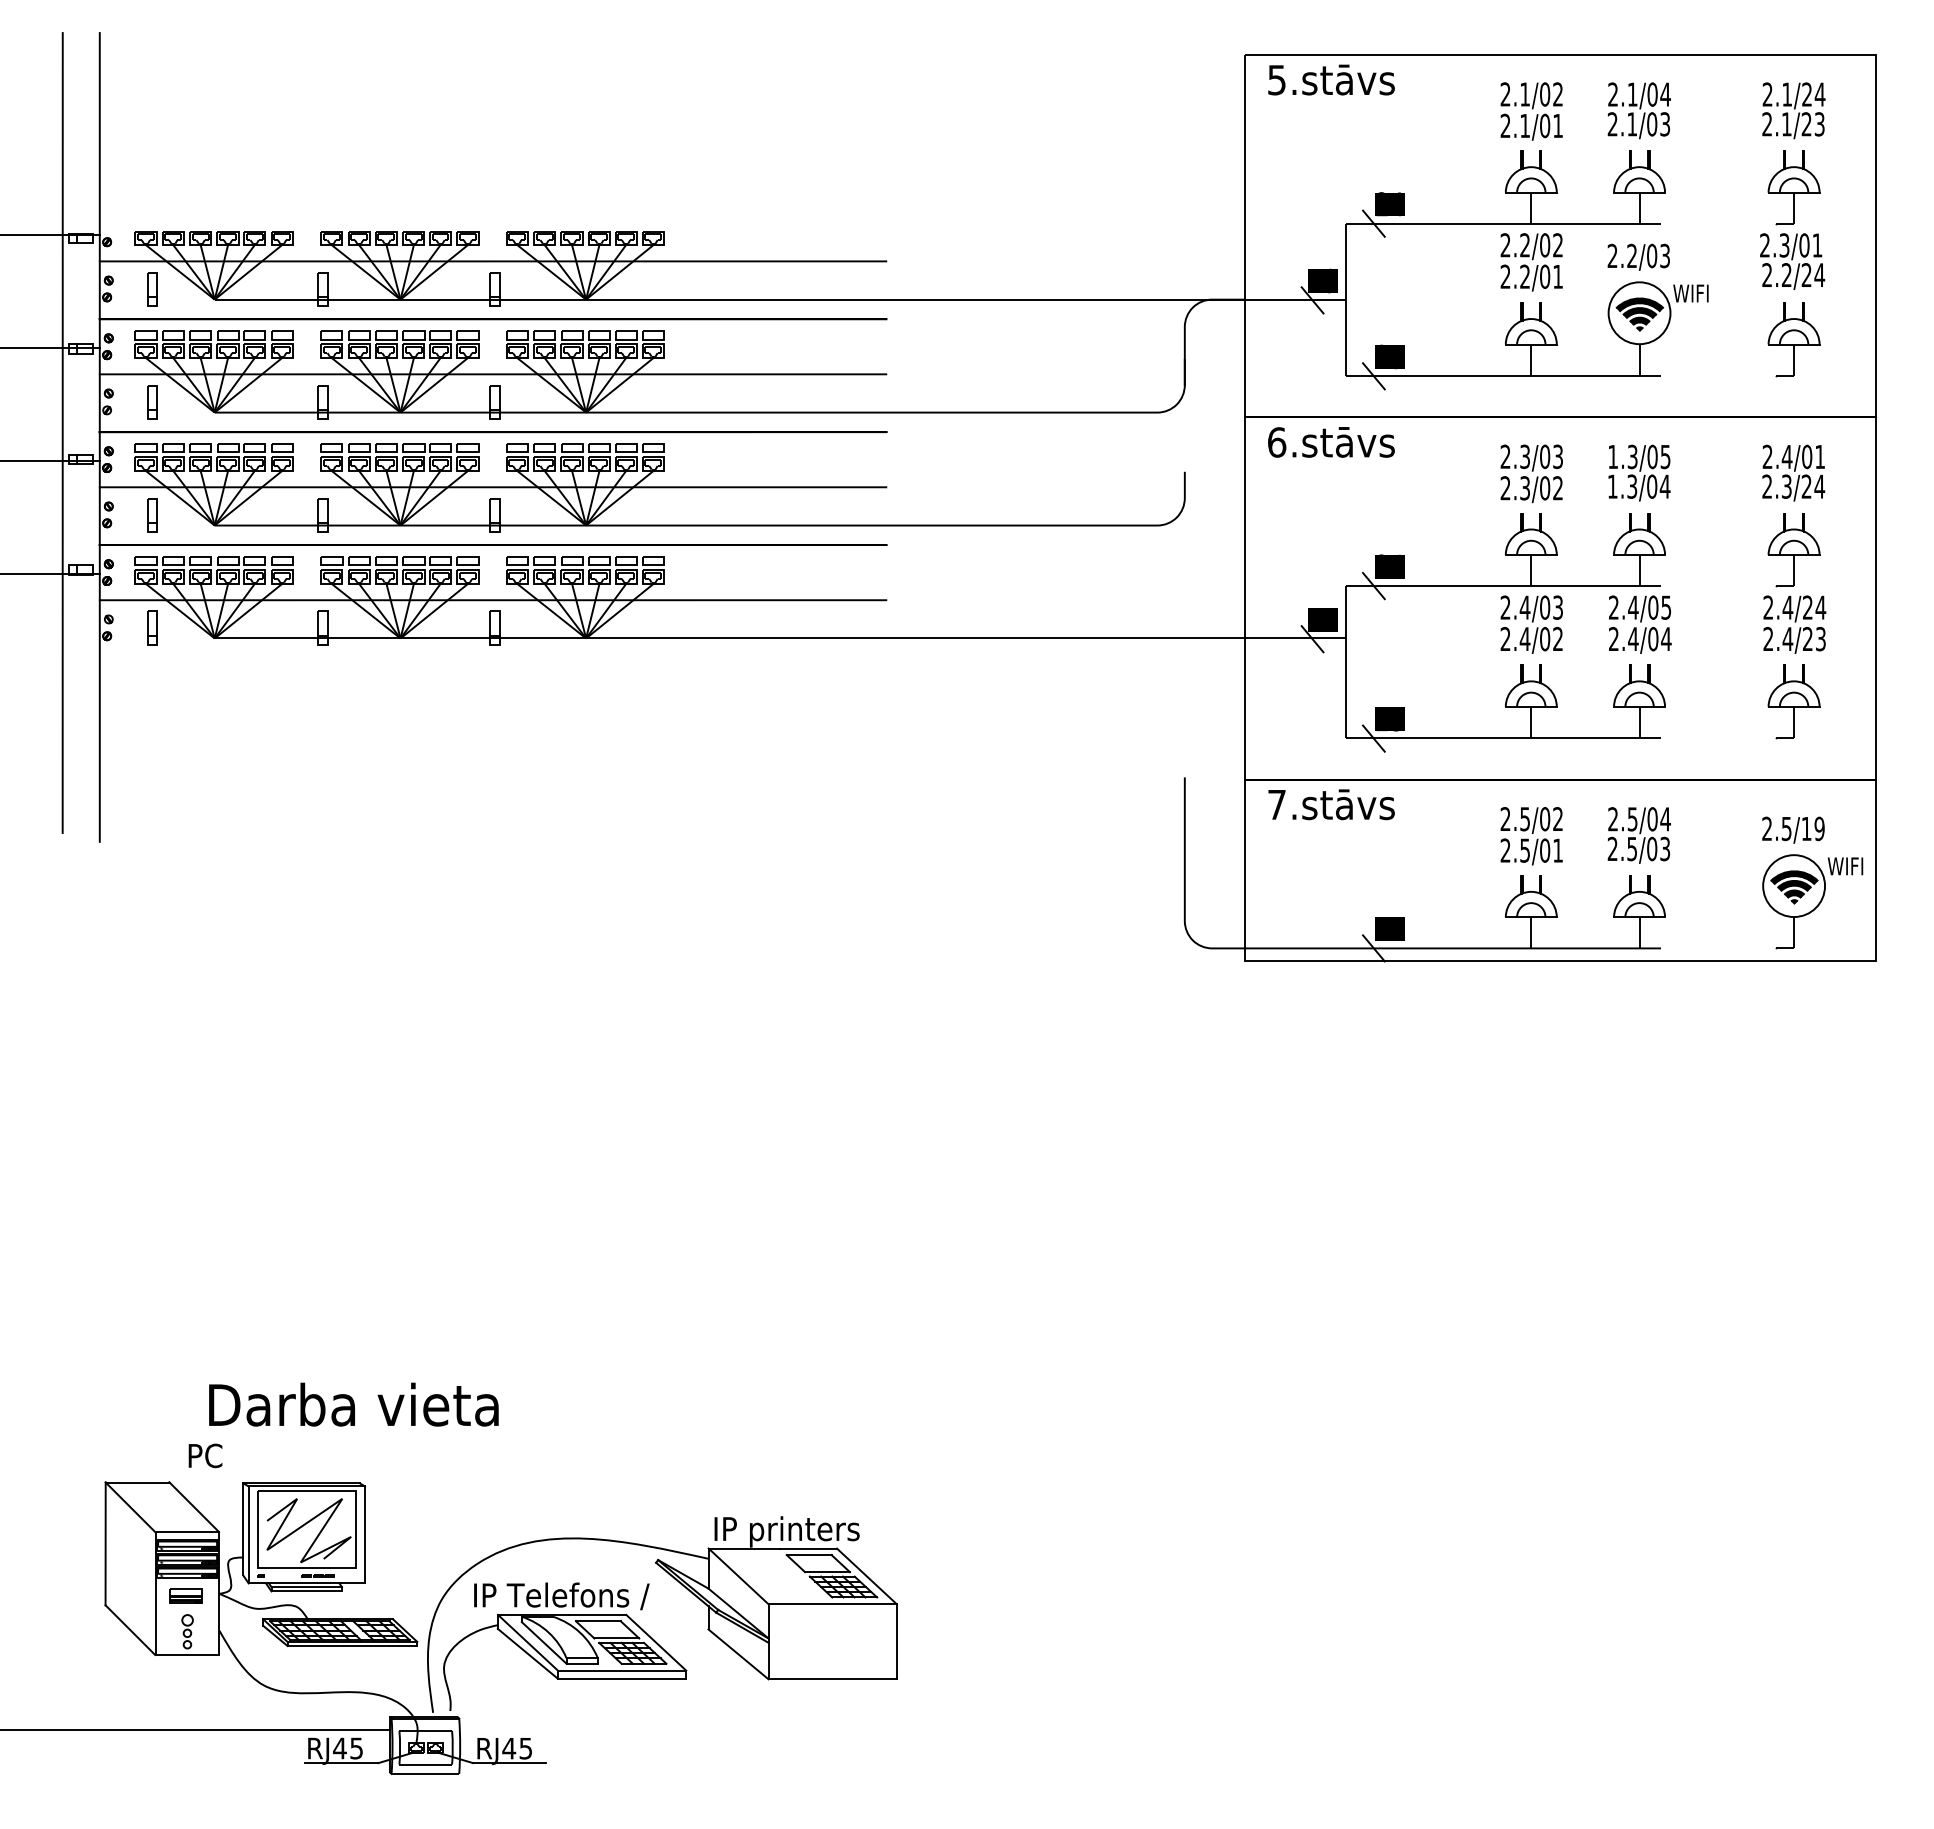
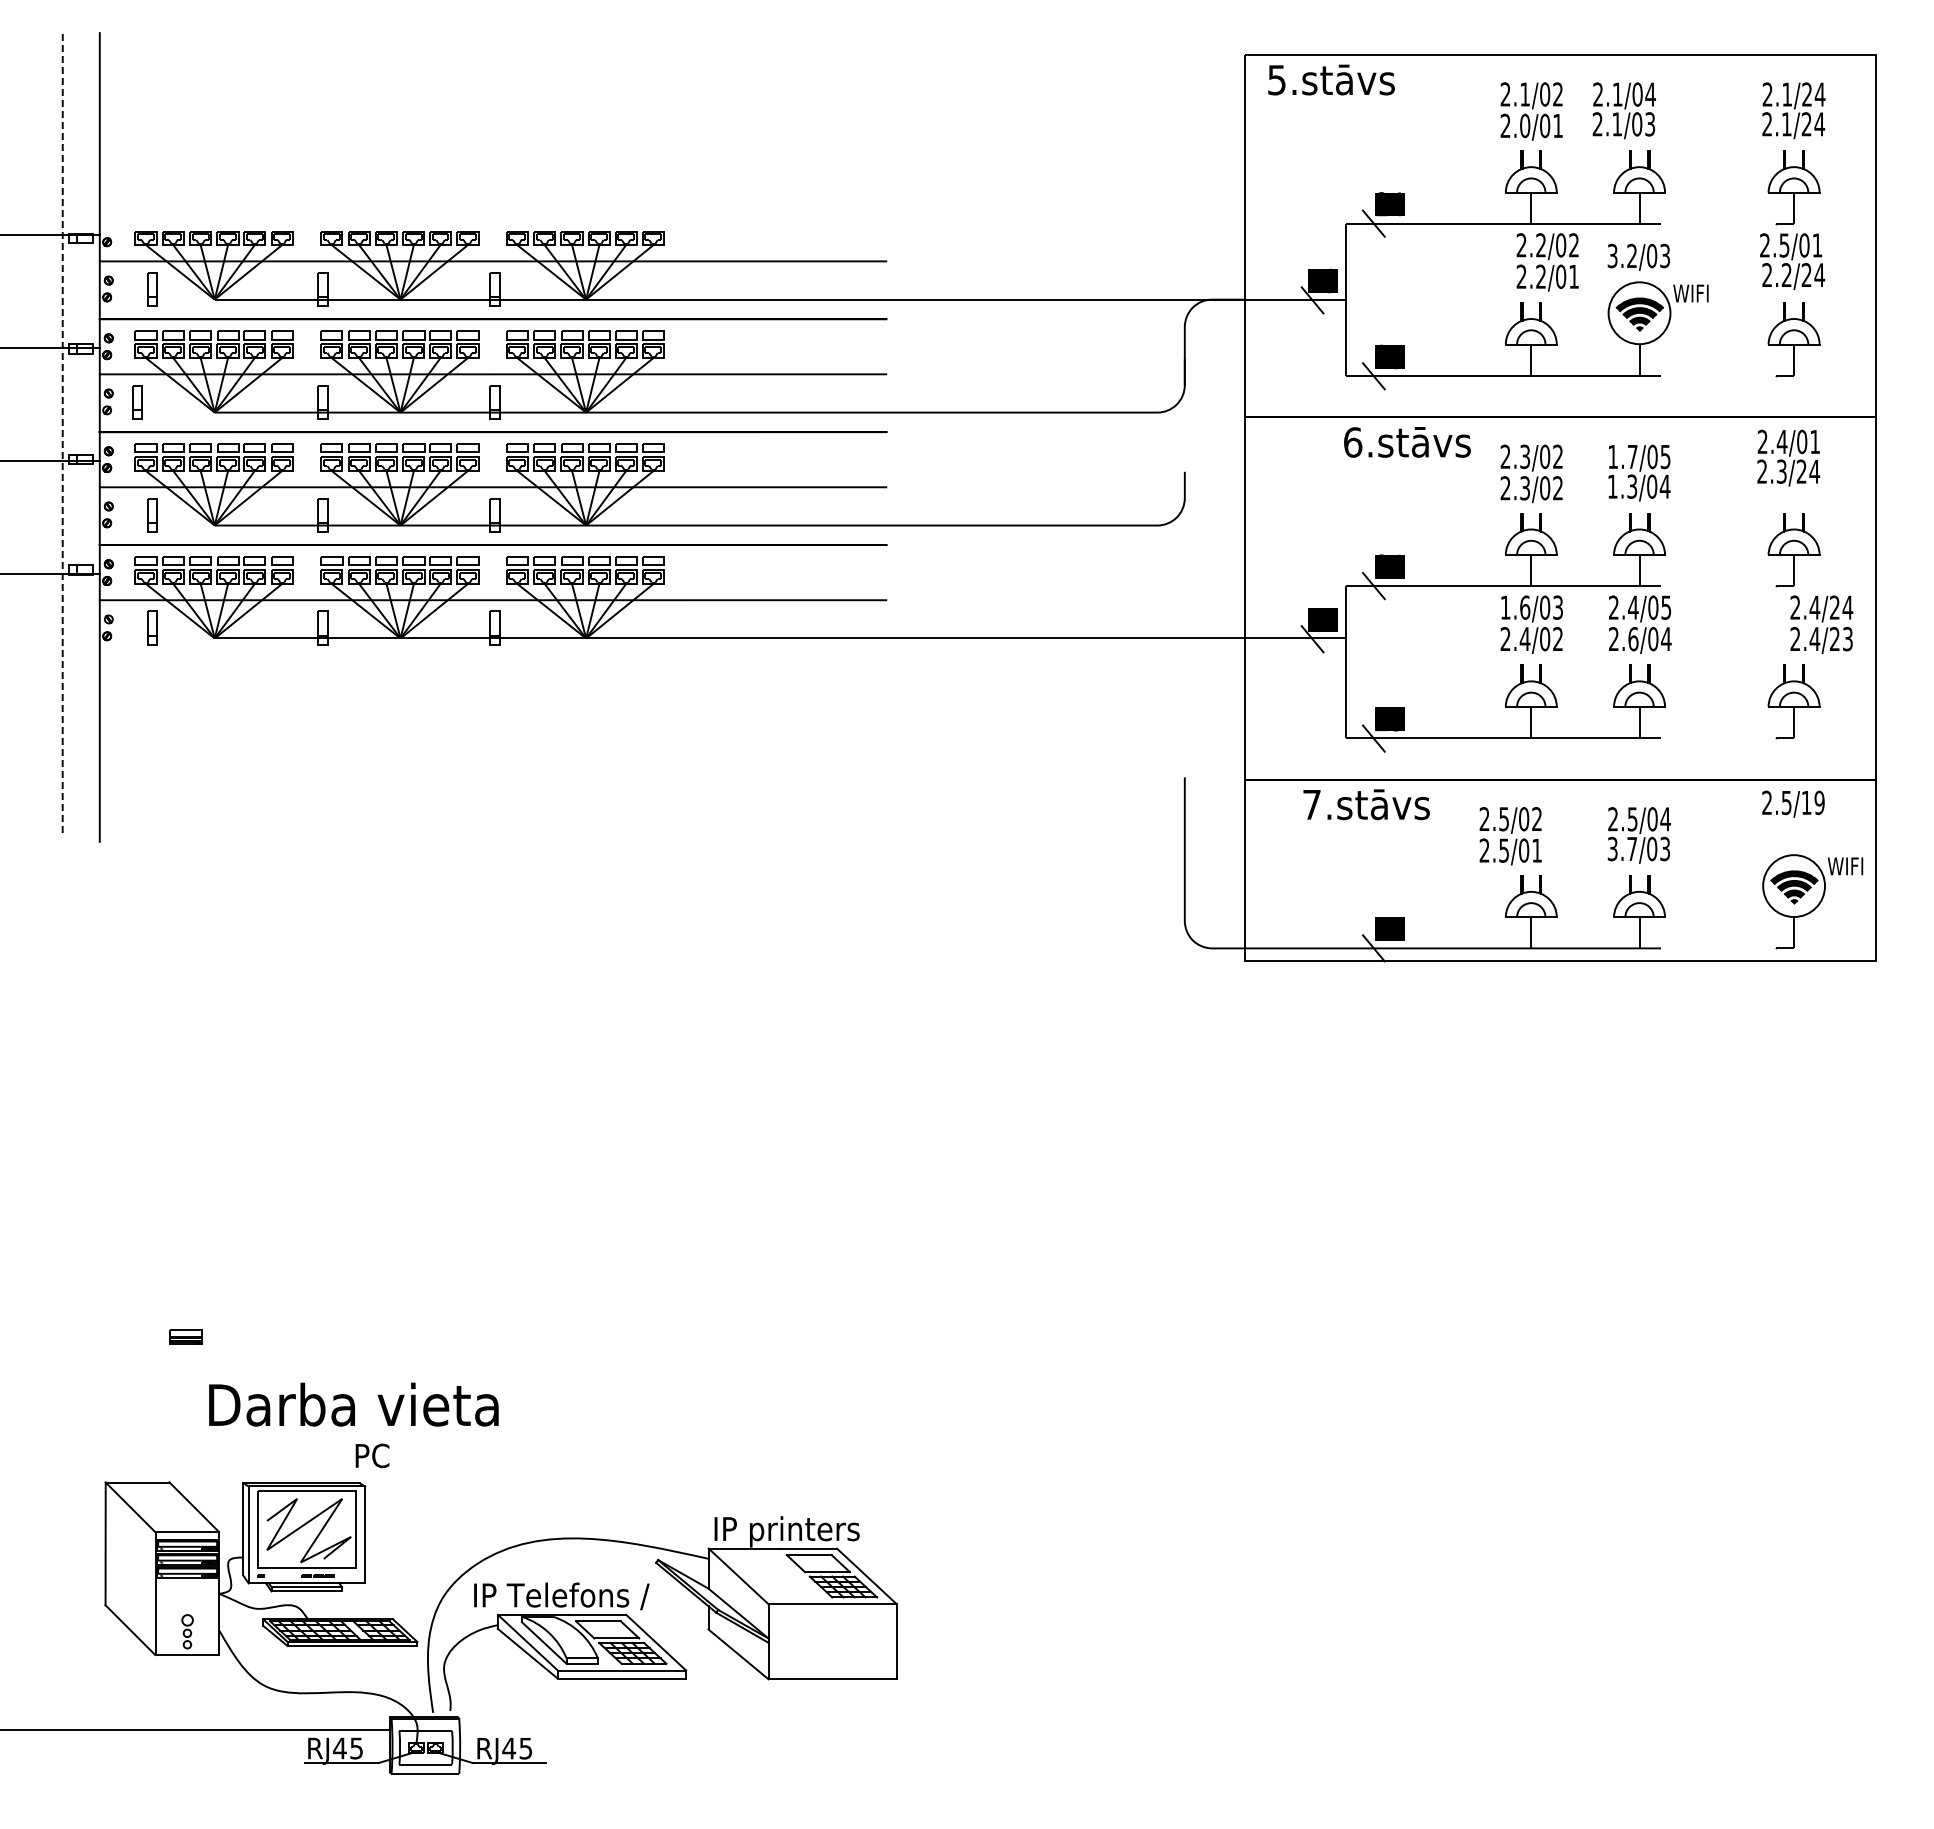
text at (1638, 110) position: (1638, 110) -> (1623, 110)
text at (1819, 124): 2.1/23 -> 2.1/24
text at (1525, 125): 2.1/01 -> 2.0/01
text at (1784, 244): 2.3/01 -> 2.5/01
text at (1612, 256): 2.2/03 -> 3.2/03
text at (1531, 262) position: (1531, 262) -> (1547, 262)
part at (152, 402) position: (152, 402) -> (137, 402)
line at (62, 433): solid -> dashed
text at (1331, 442) position: (1331, 442) -> (1407, 442)
text at (1632, 456): 1.3/05 -> 1.7/05
text at (1557, 457): 2.3/03 -> 2.3/02
text at (1793, 472) position: (1793, 472) -> (1788, 457)
text at (1515, 607): 2.4/03 -> 1.6/03
text at (1794, 624) position: (1794, 624) -> (1821, 624)
text at (1633, 639): 2.4/04 -> 2.6/04
text at (1331, 804) position: (1331, 804) -> (1366, 804)
text at (1793, 829) position: (1793, 829) -> (1793, 803)
text at (1531, 836) position: (1531, 836) -> (1510, 836)
text at (1621, 849): 2.5/03 -> 3.7/03
text at (205, 1455) position: (205, 1455) -> (372, 1455)
part at (185, 1595) position: (185, 1595) -> (185, 1336)
